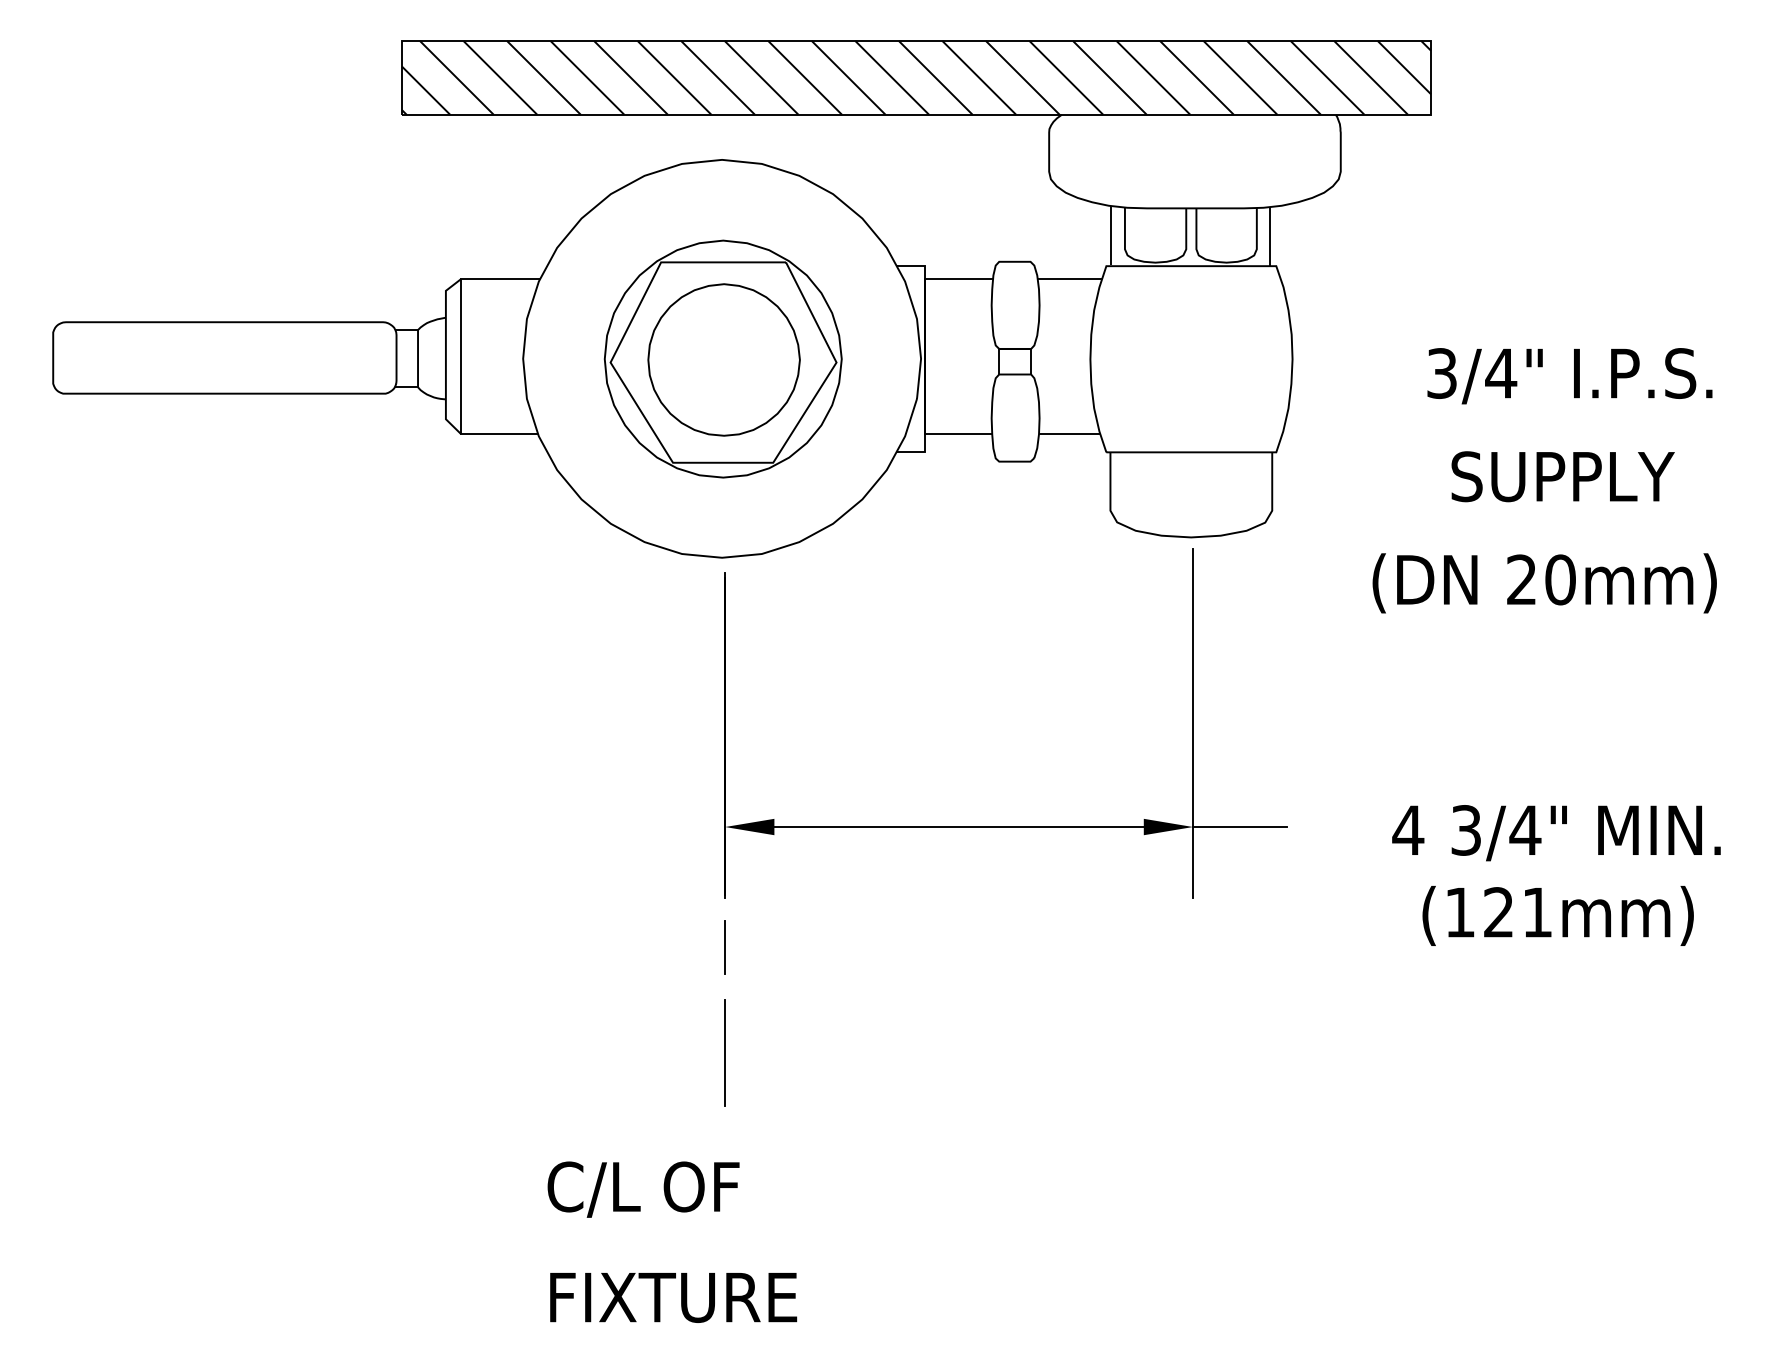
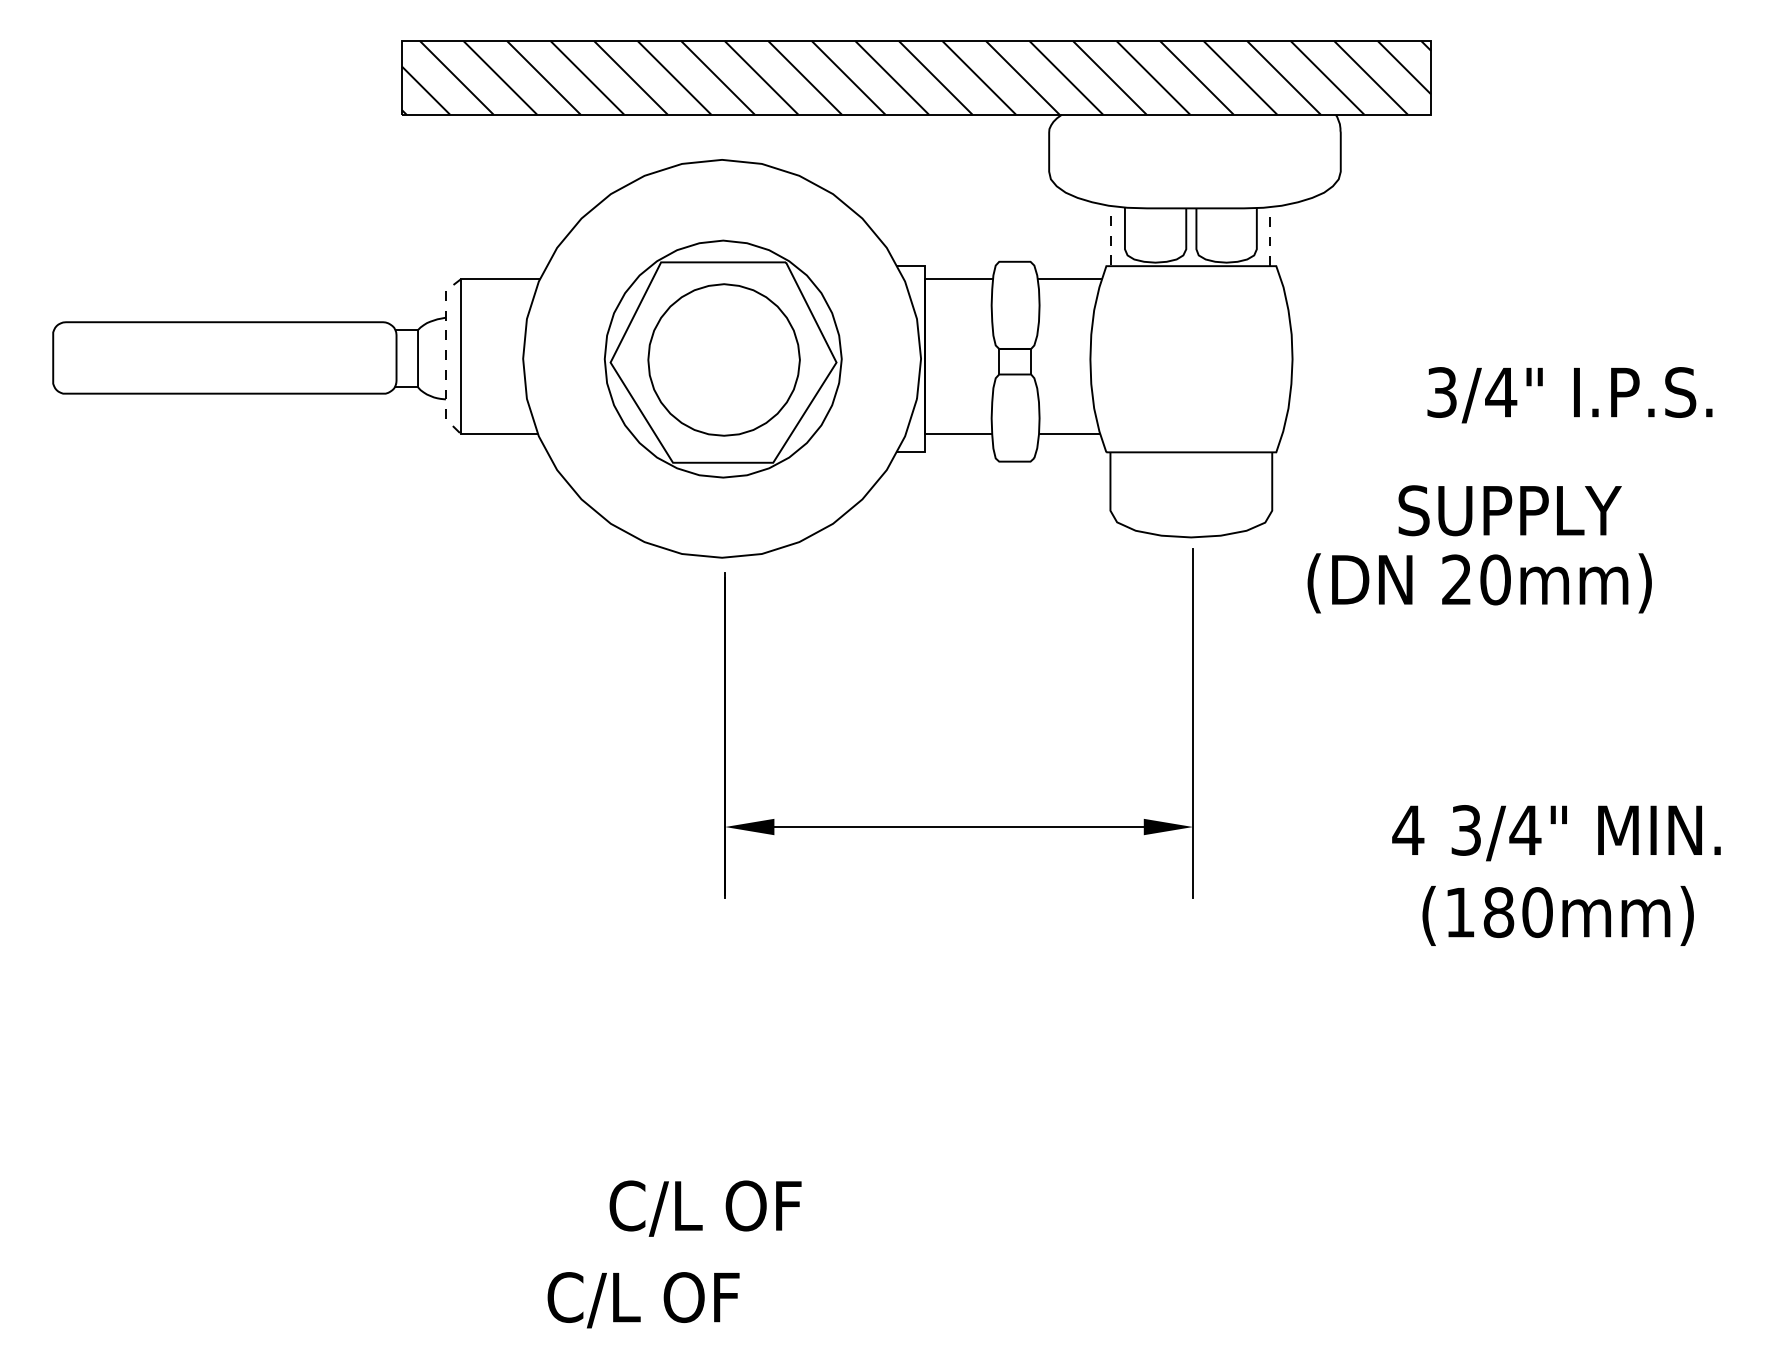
line at (1111, 235): solid -> dashed
line at (1269, 236): solid -> dashed
line at (445, 356): solid -> dashed
text at (1569, 376) position: (1569, 376) -> (1569, 395)
text at (1562, 476) position: (1562, 476) -> (1509, 510)
text at (1544, 583) position: (1544, 583) -> (1479, 583)
line at (1240, 827): present -> none
text at (1517, 912): (121mm) -> (180mm)
line at (725, 947): present -> none
line at (725, 1052): present -> none
text at (643, 1189) position: (643, 1189) -> (705, 1208)
text at (672, 1300): FIXTURE -> C/L OF
